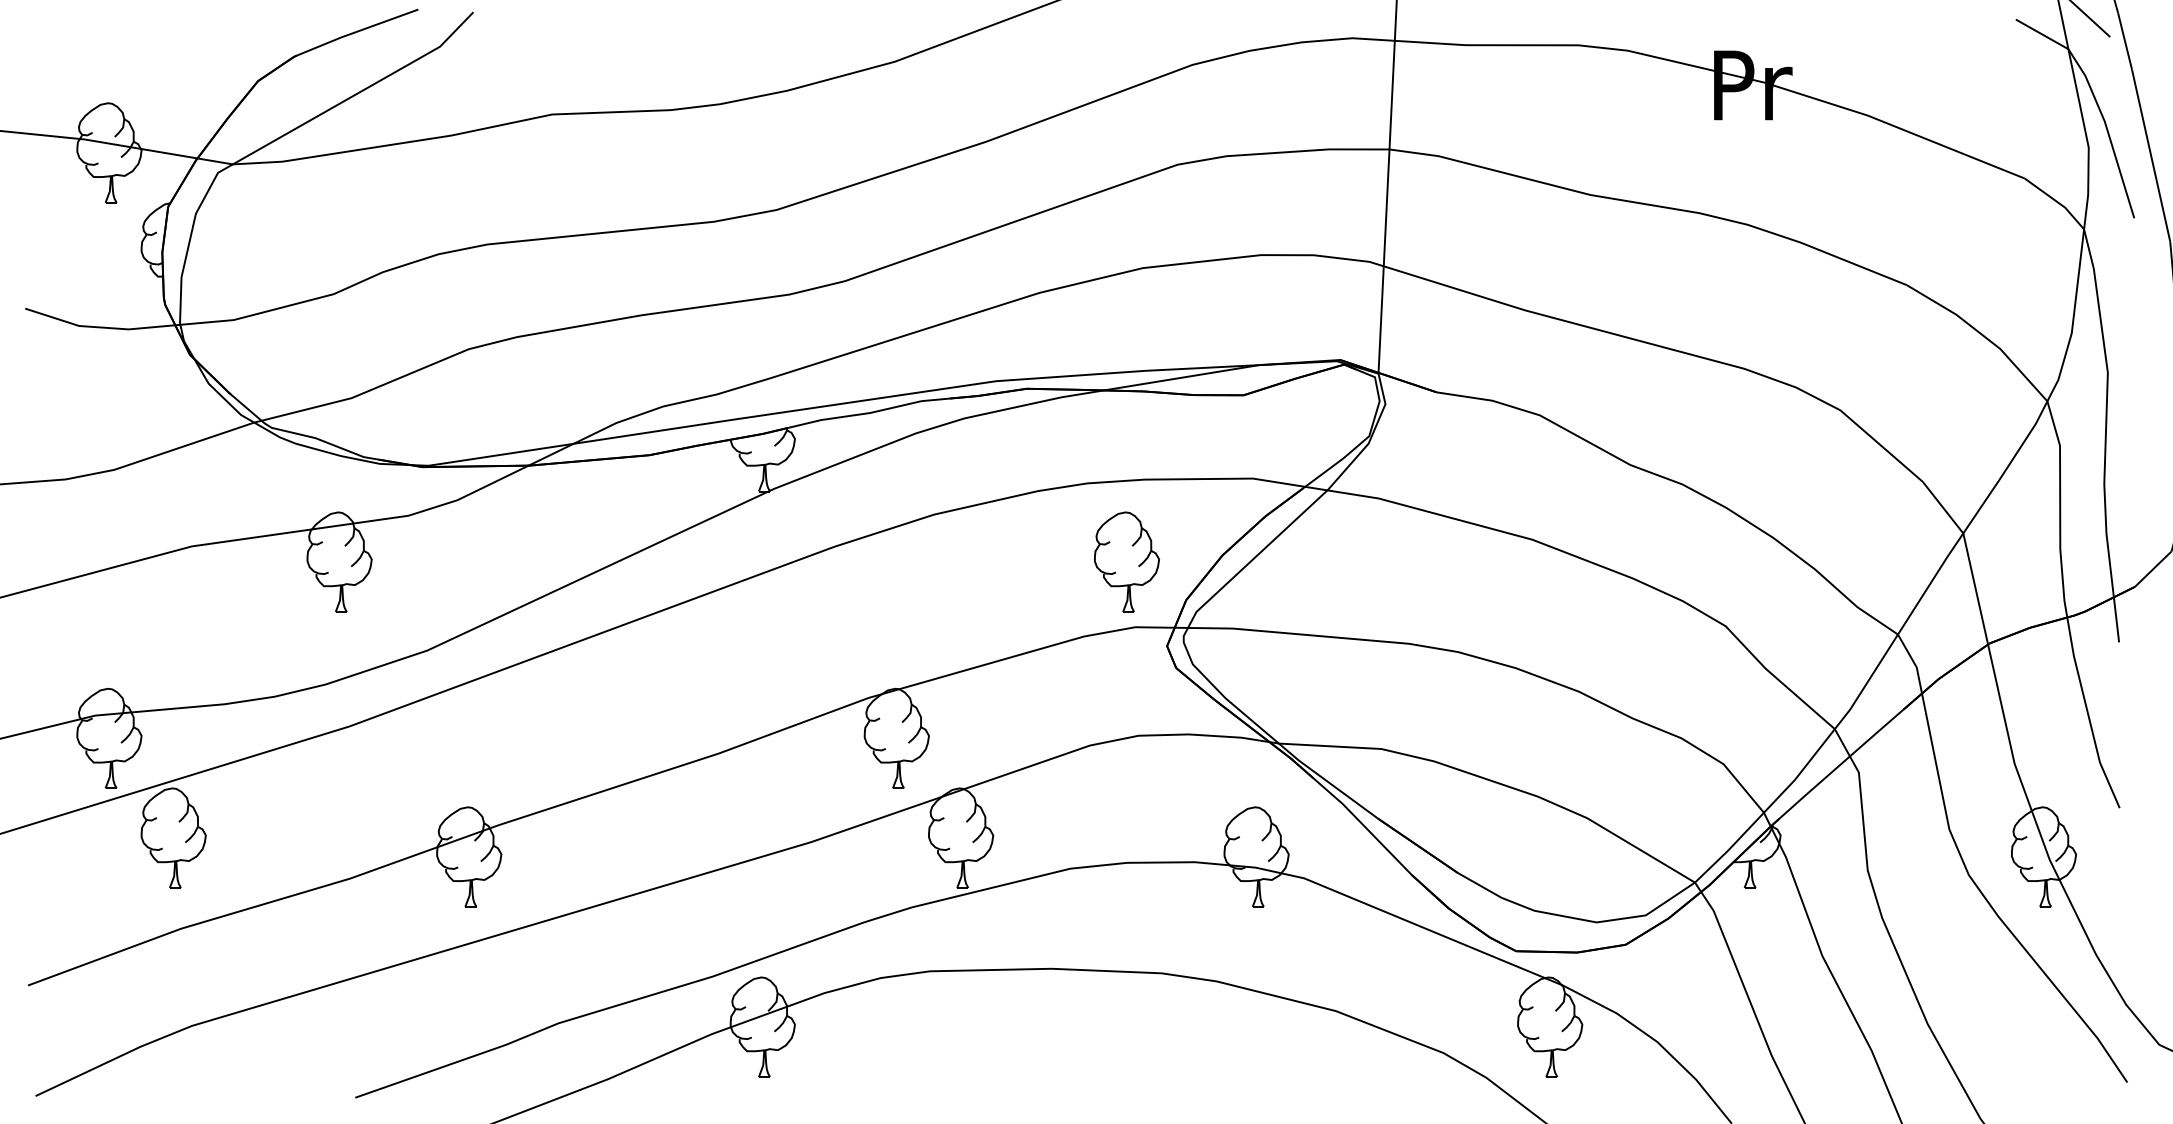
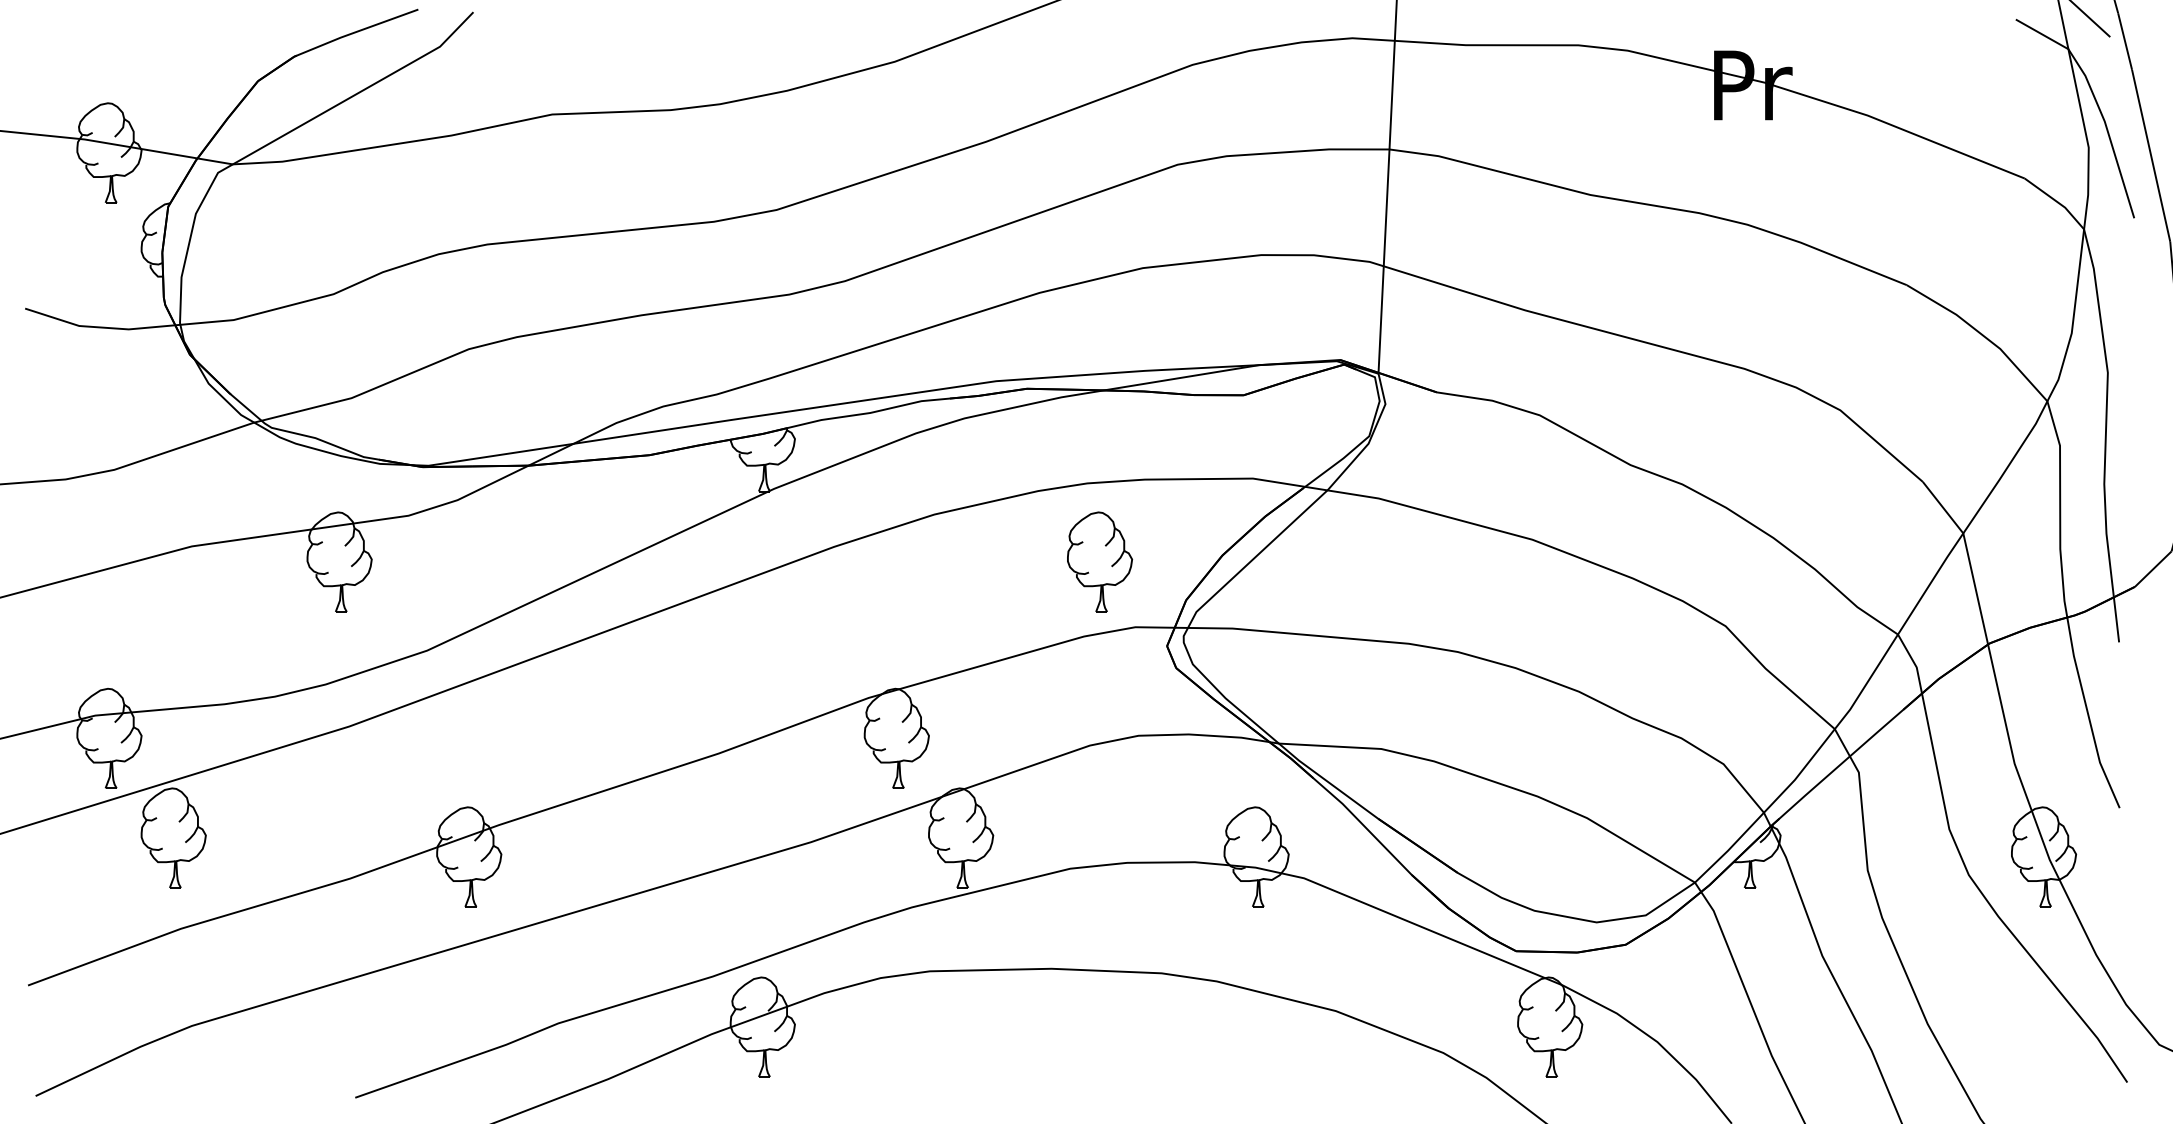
part at (1127, 561) position: (1127, 561) -> (1100, 561)
